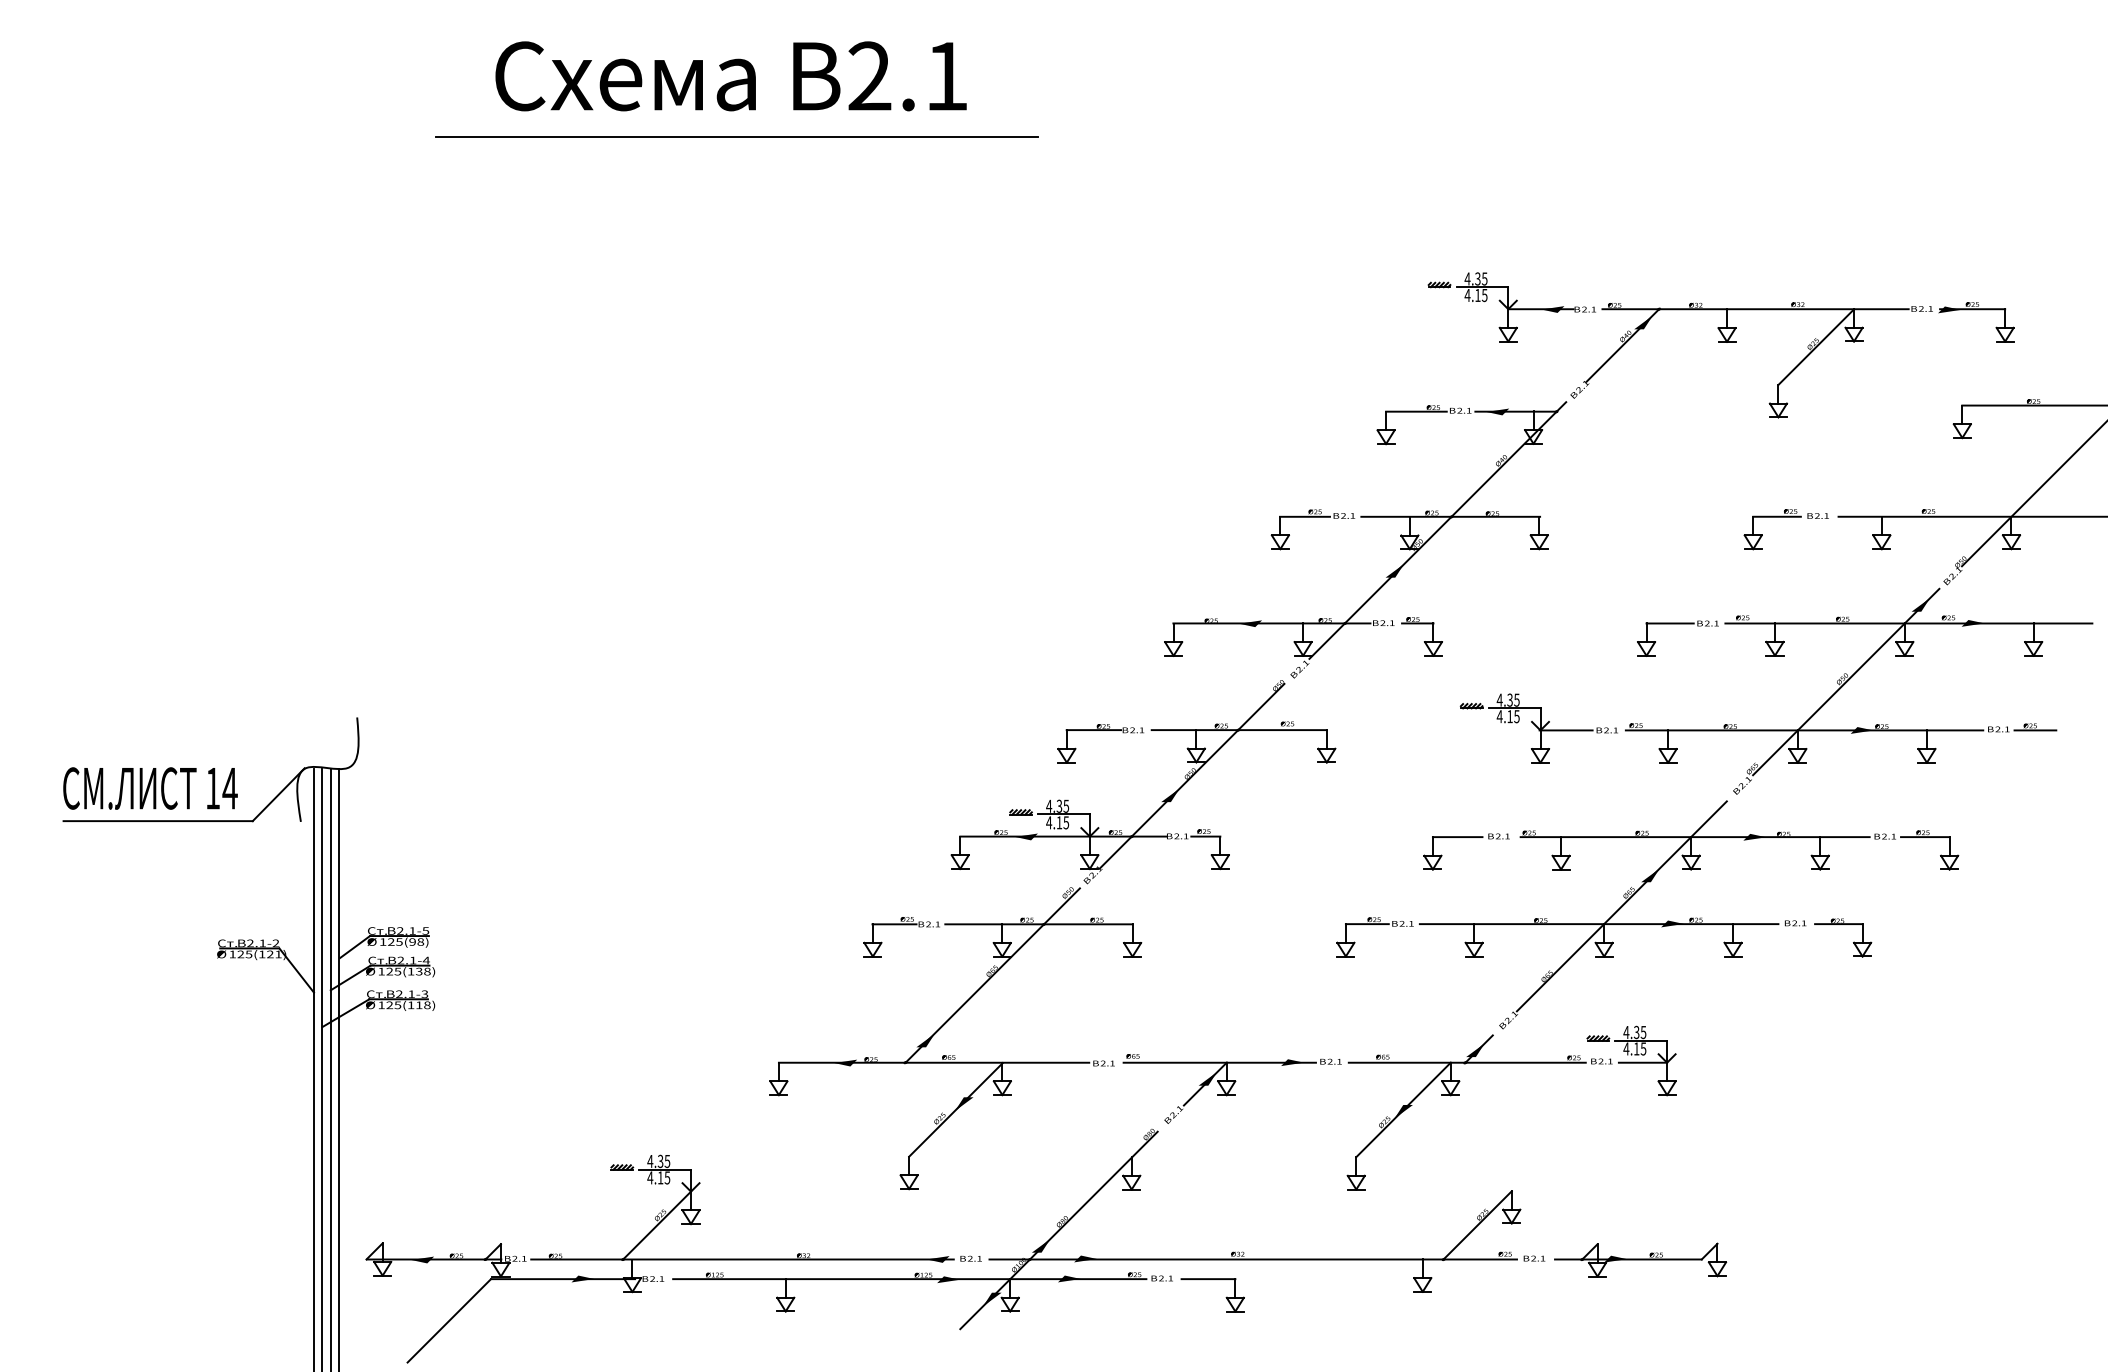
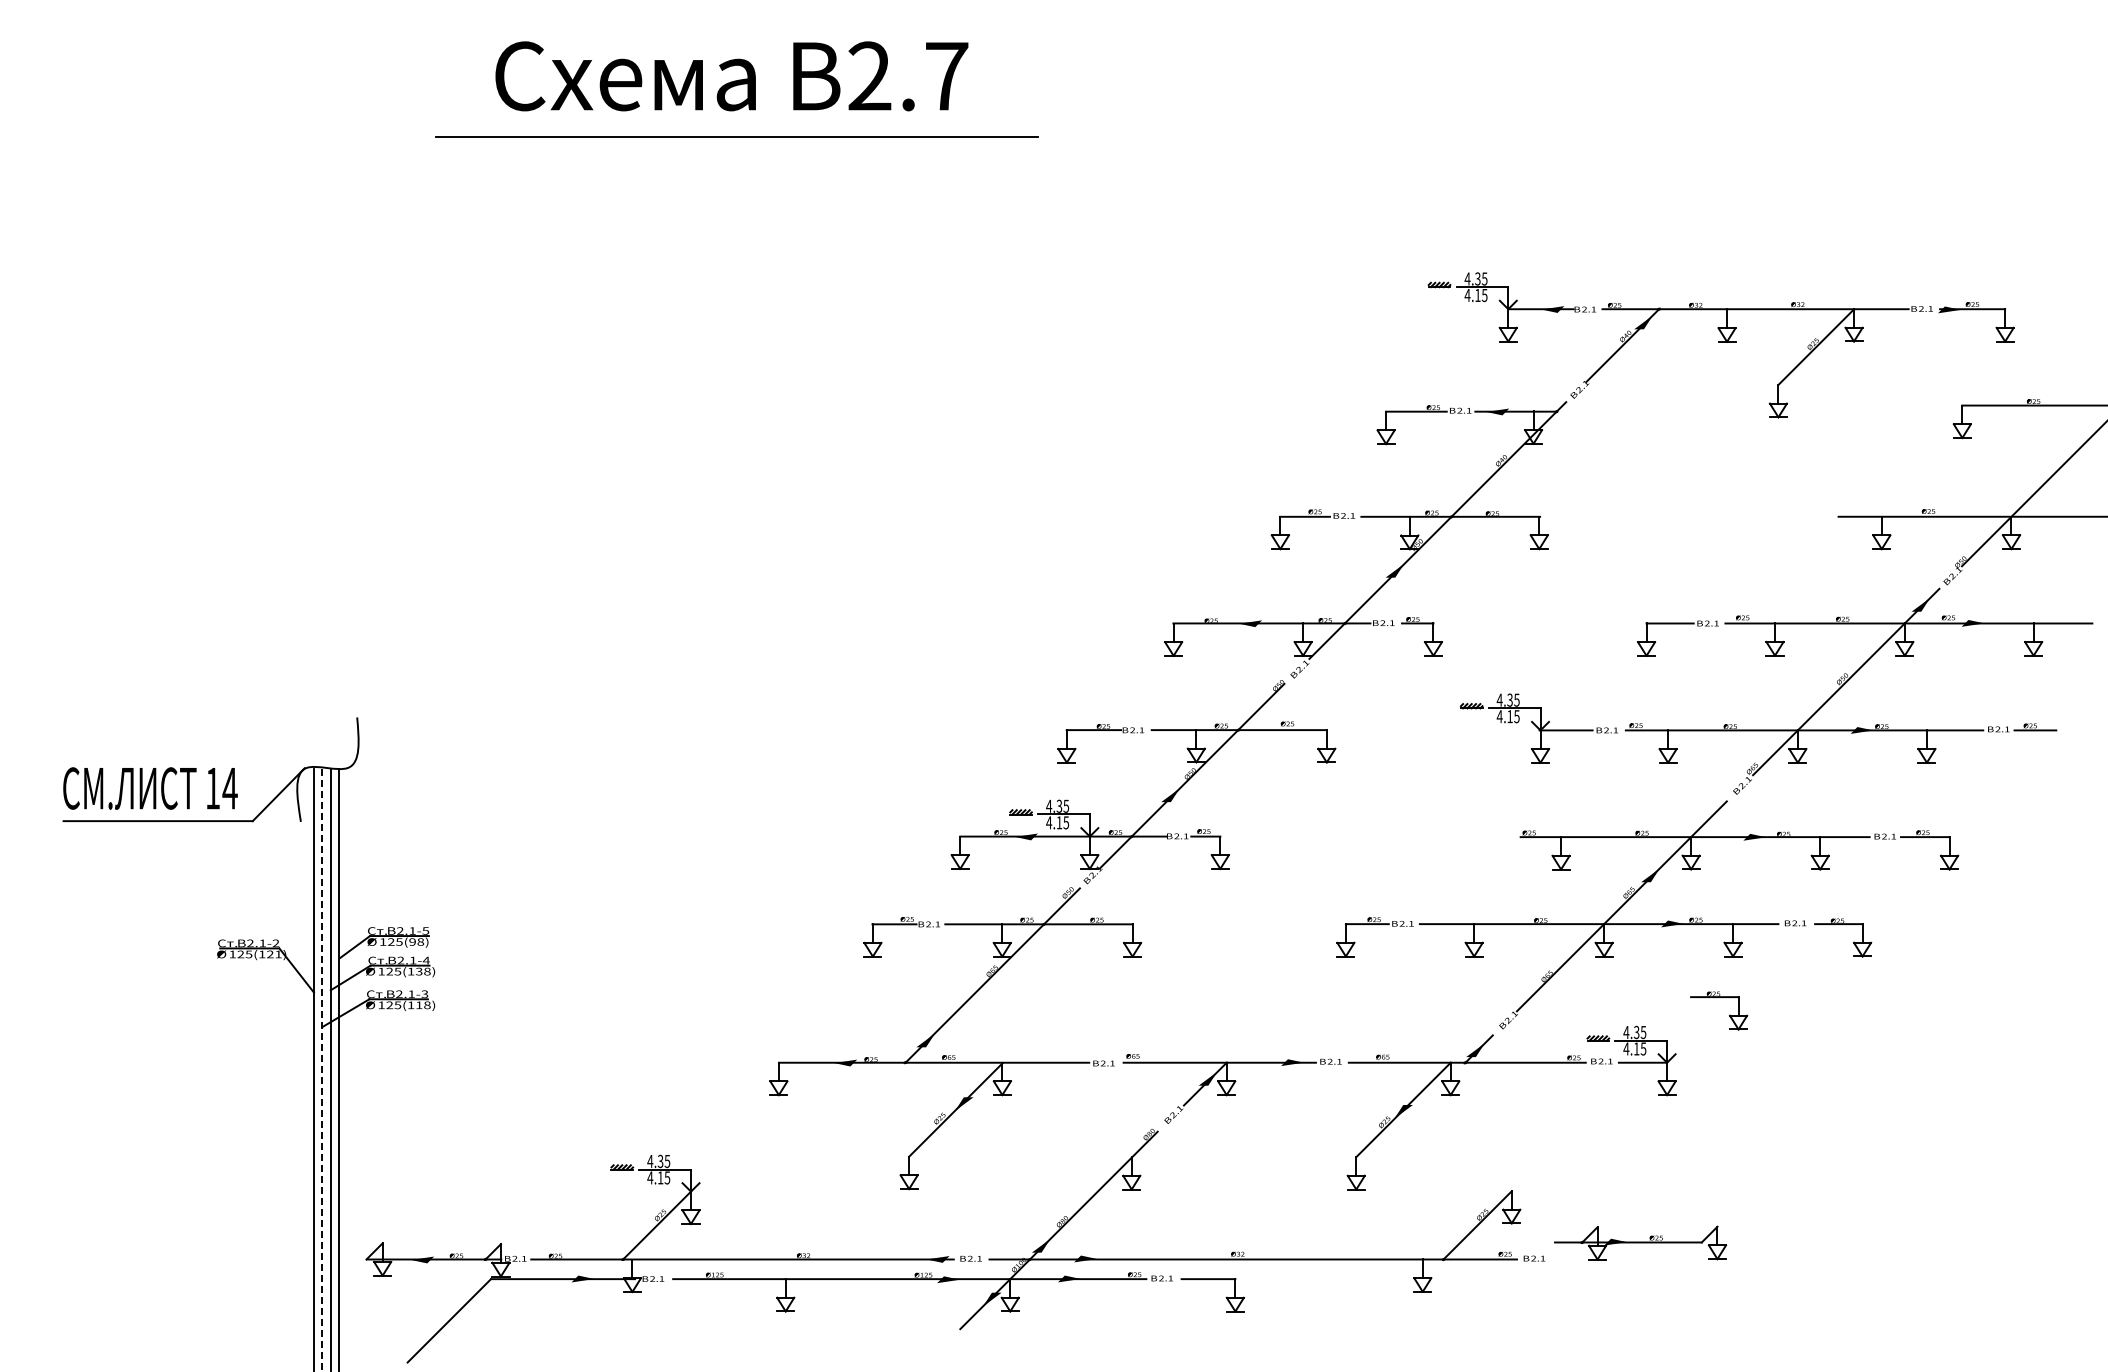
text at (947, 76): 2.1 -> 2.7
part at (1785, 517): present -> none
part at (1466, 837): present -> none
part at (1729, 1015): none -> present
line at (322, 1070): solid -> dashed
part at (1640, 1259) position: (1640, 1259) -> (1640, 1242)
